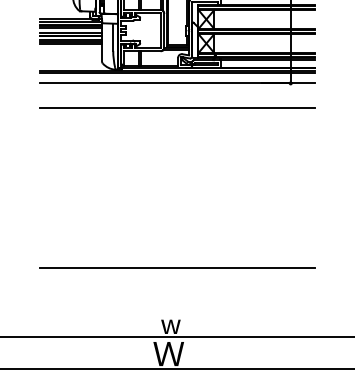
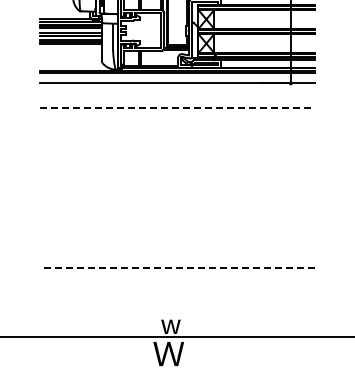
line at (177, 107): solid -> dashed
line at (177, 268): solid -> dashed
line at (176, 369): present -> none
